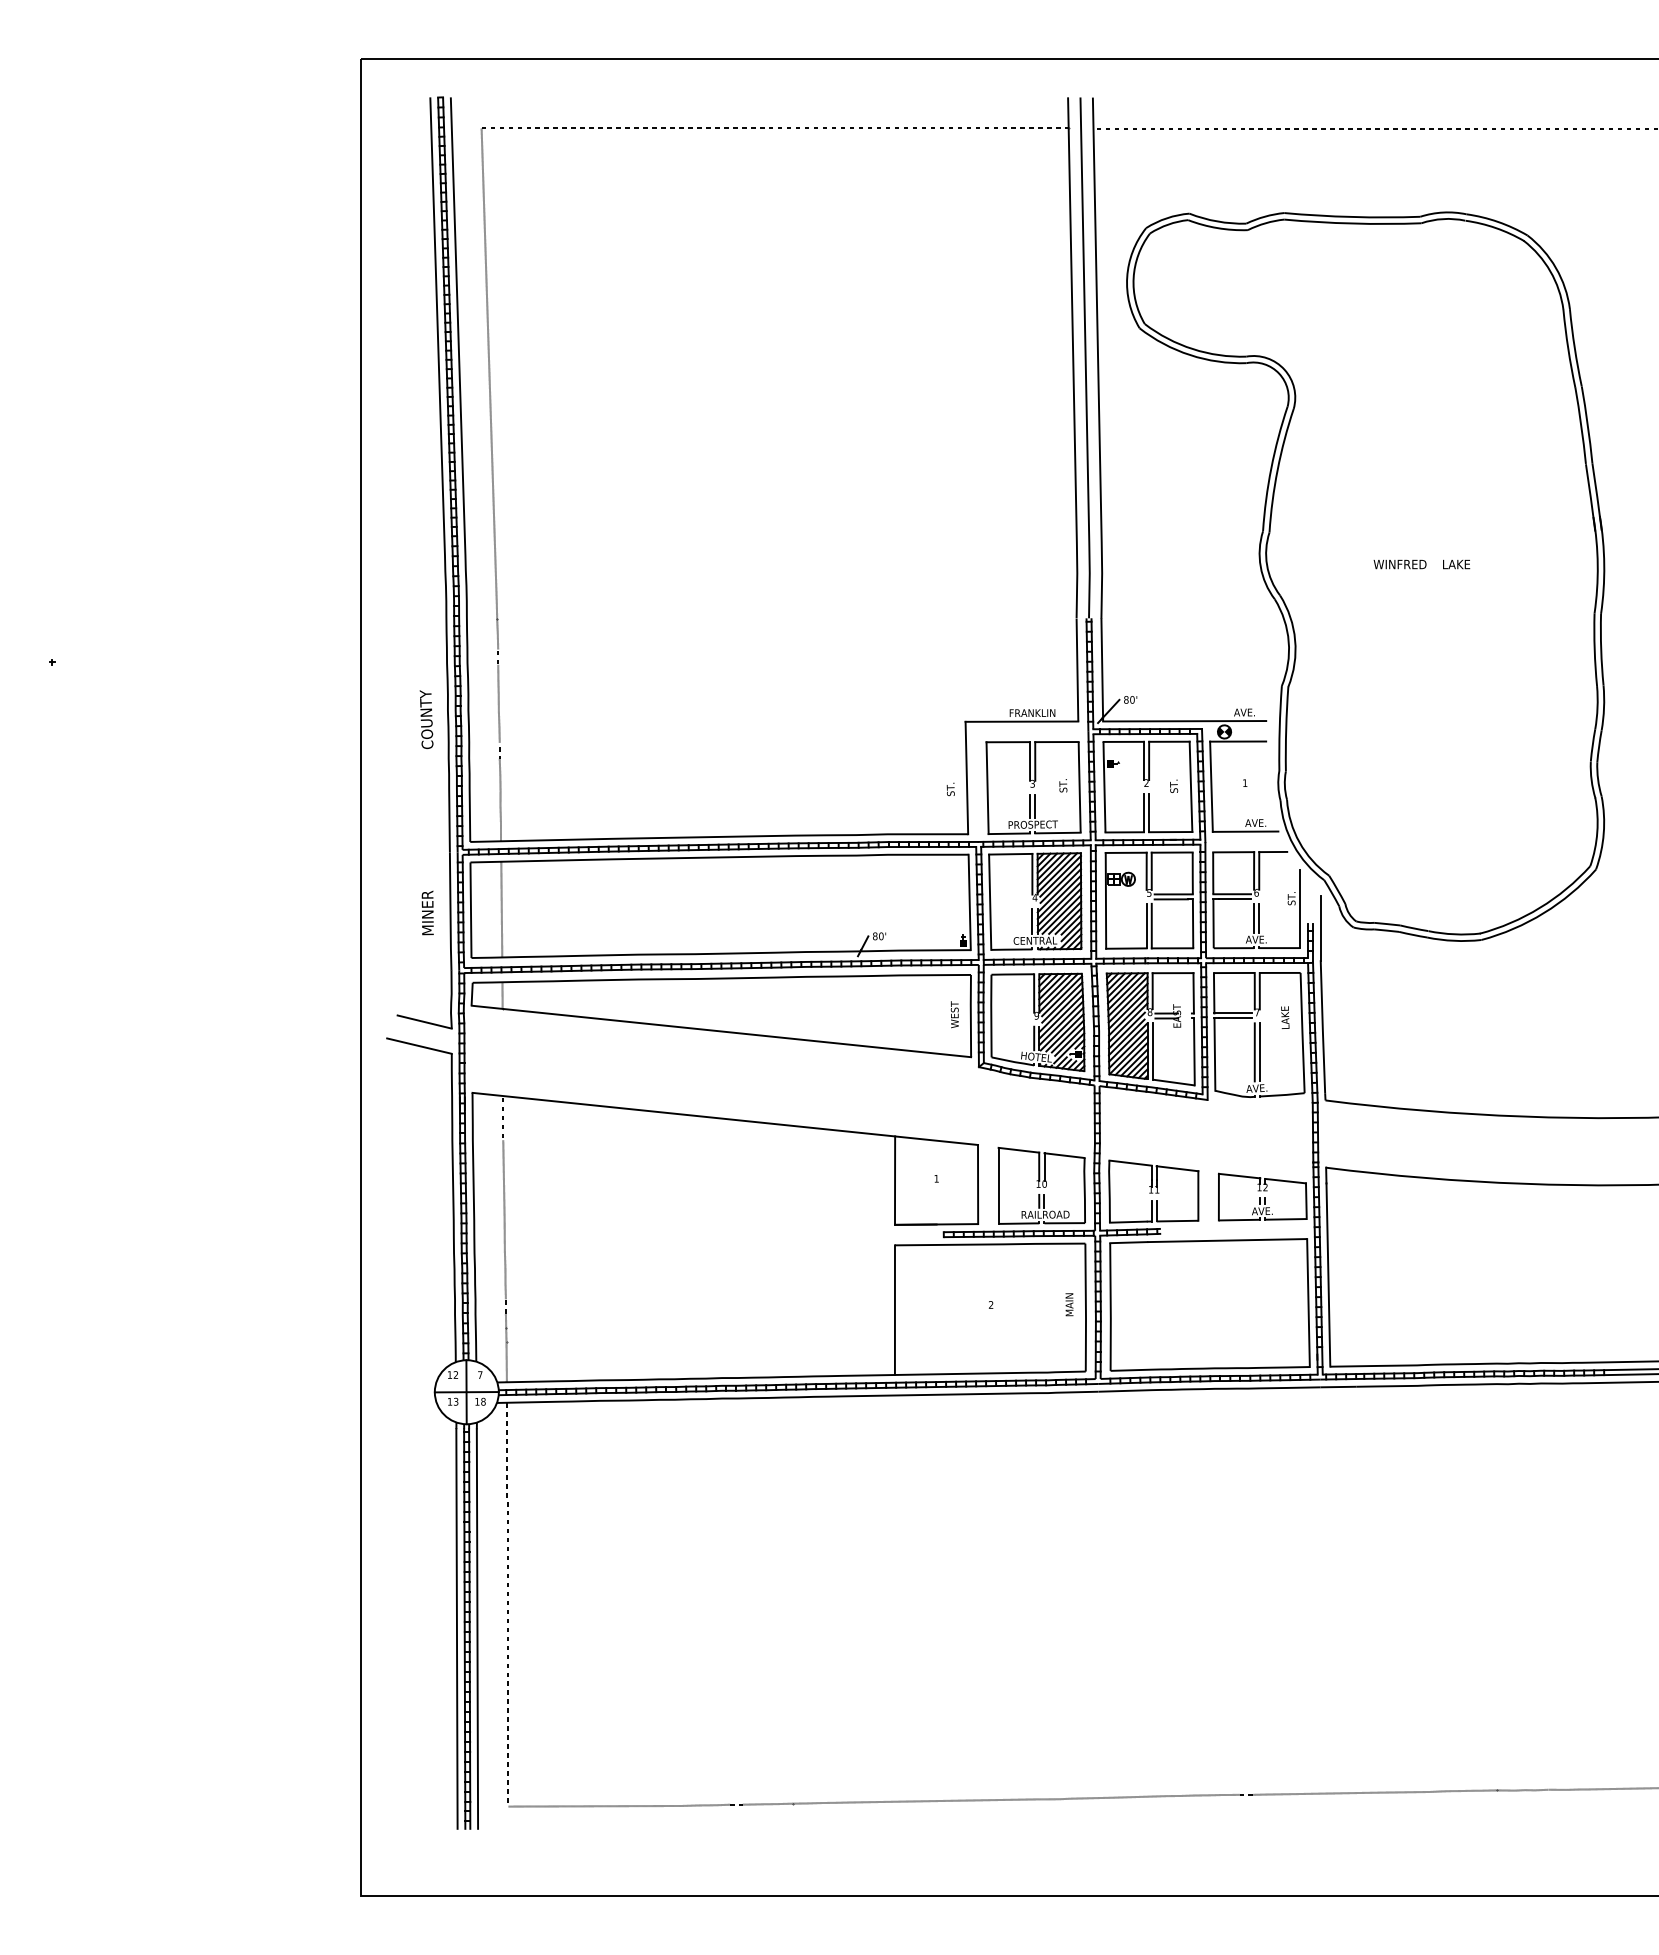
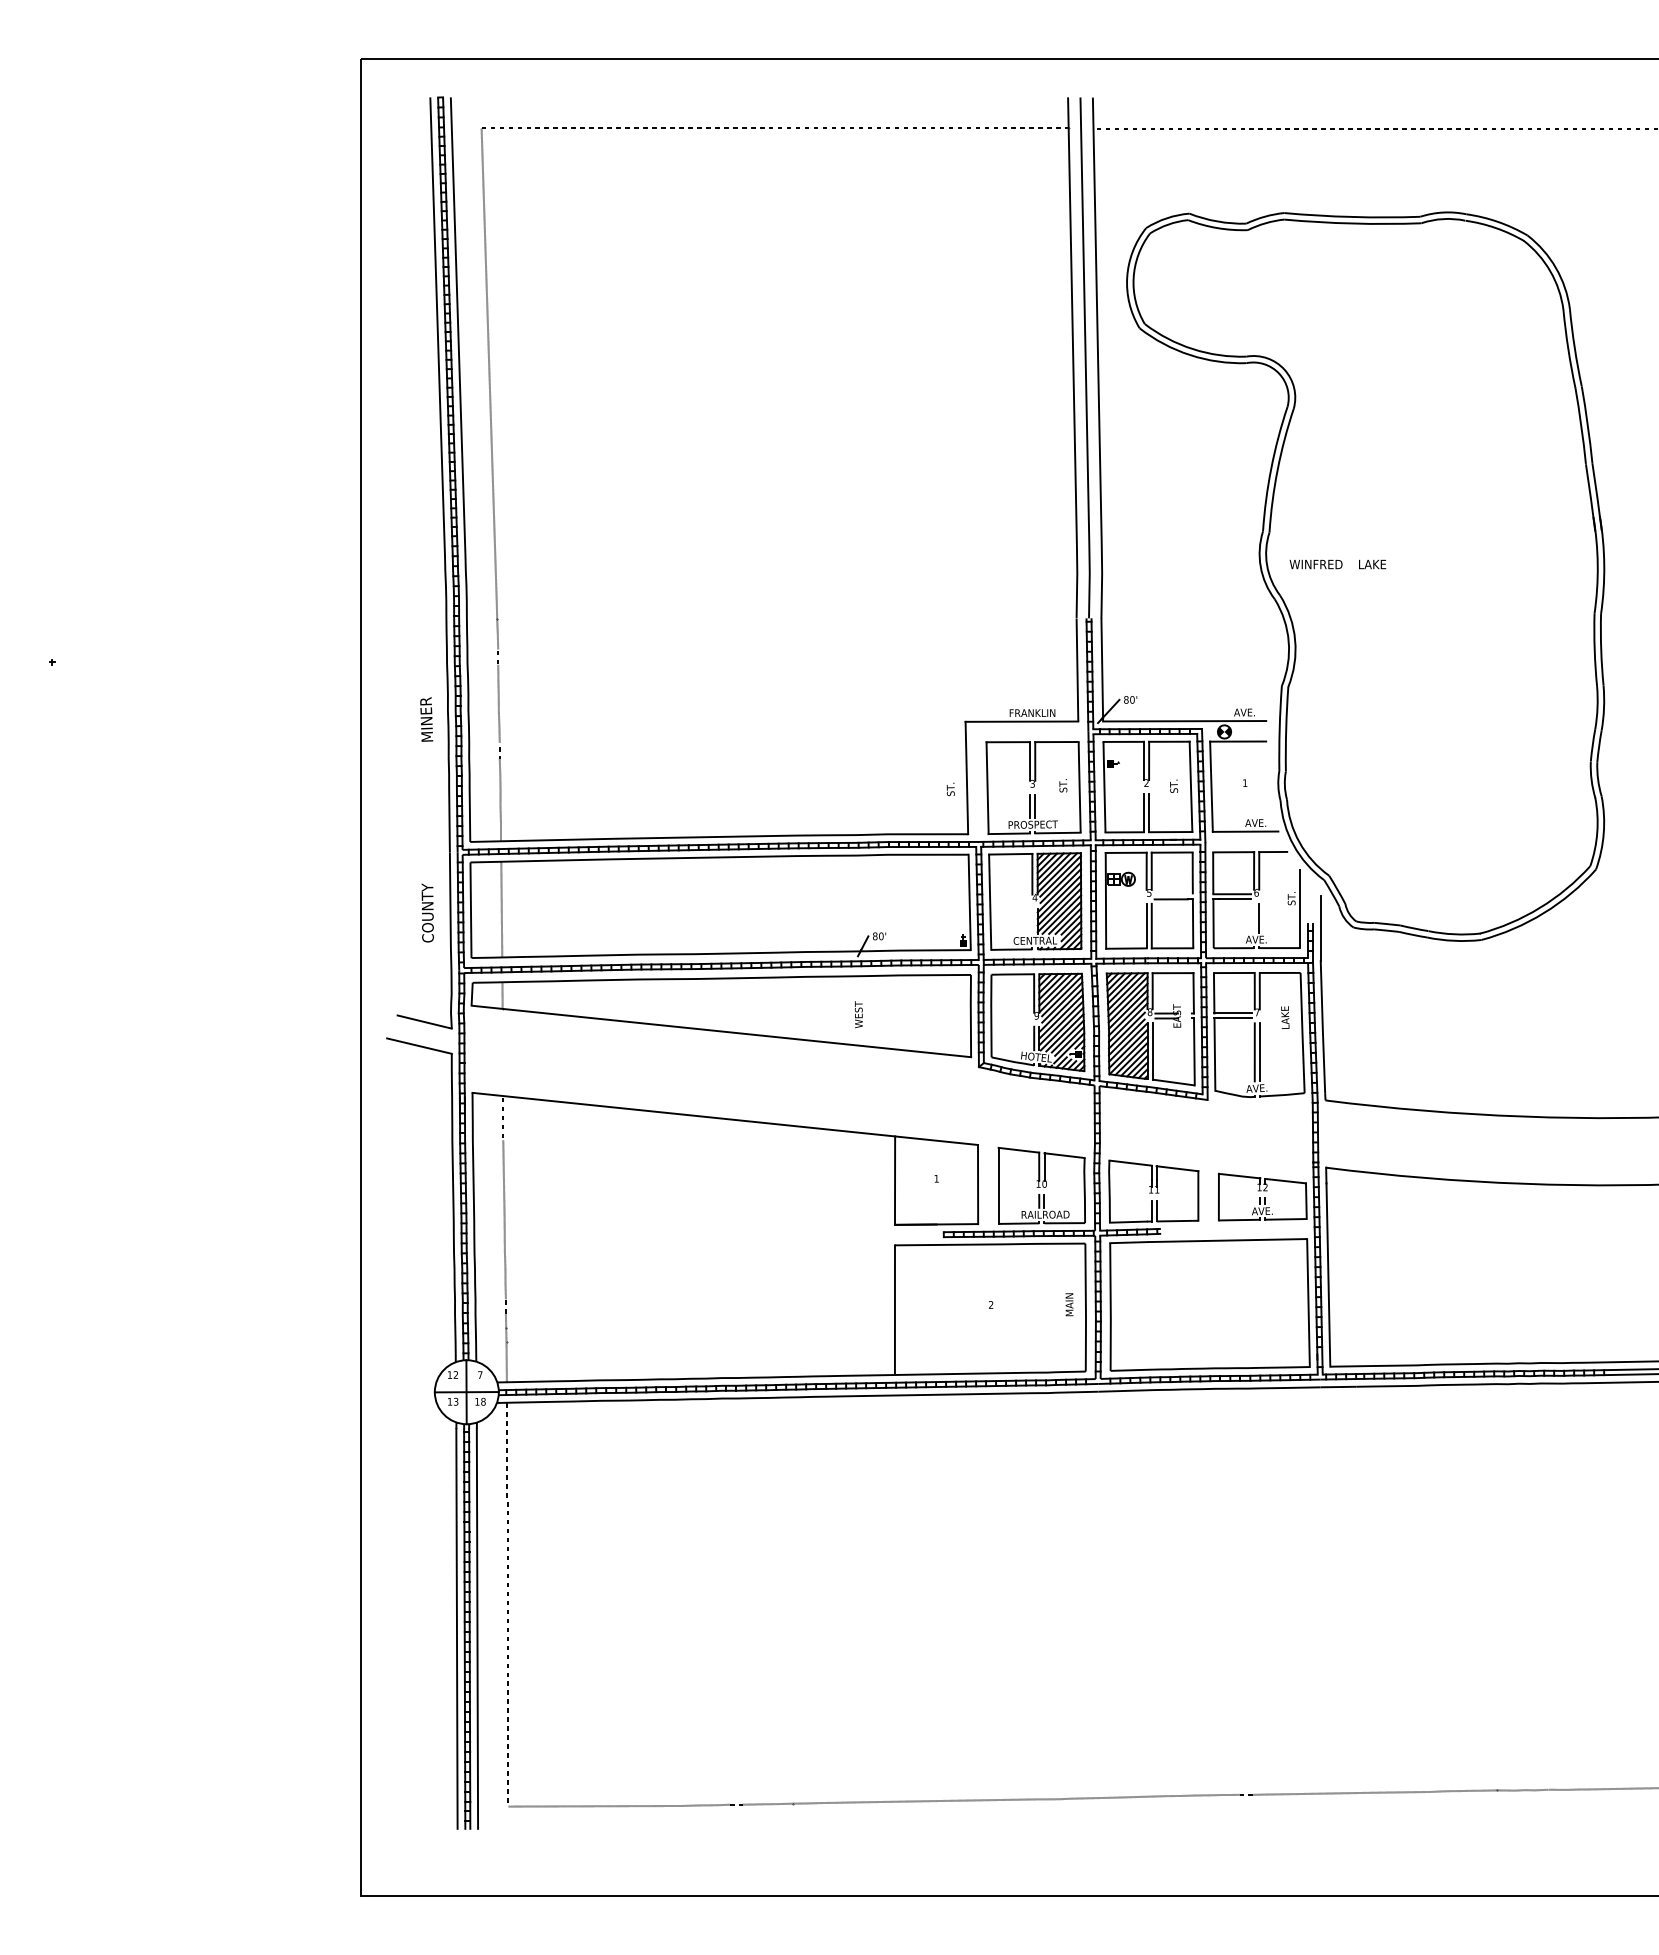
text at (1421, 564) position: (1421, 564) -> (1337, 564)
text at (426, 719): COUNTY -> MINER
line at (1173, 894): present -> none
text at (427, 912): MINER -> COUNTY
line at (1254, 917): present -> none
line at (1032, 920): present -> none
text at (954, 1014) position: (954, 1014) -> (858, 1014)
